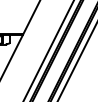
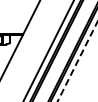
line at (77, 61): solid -> dashed
